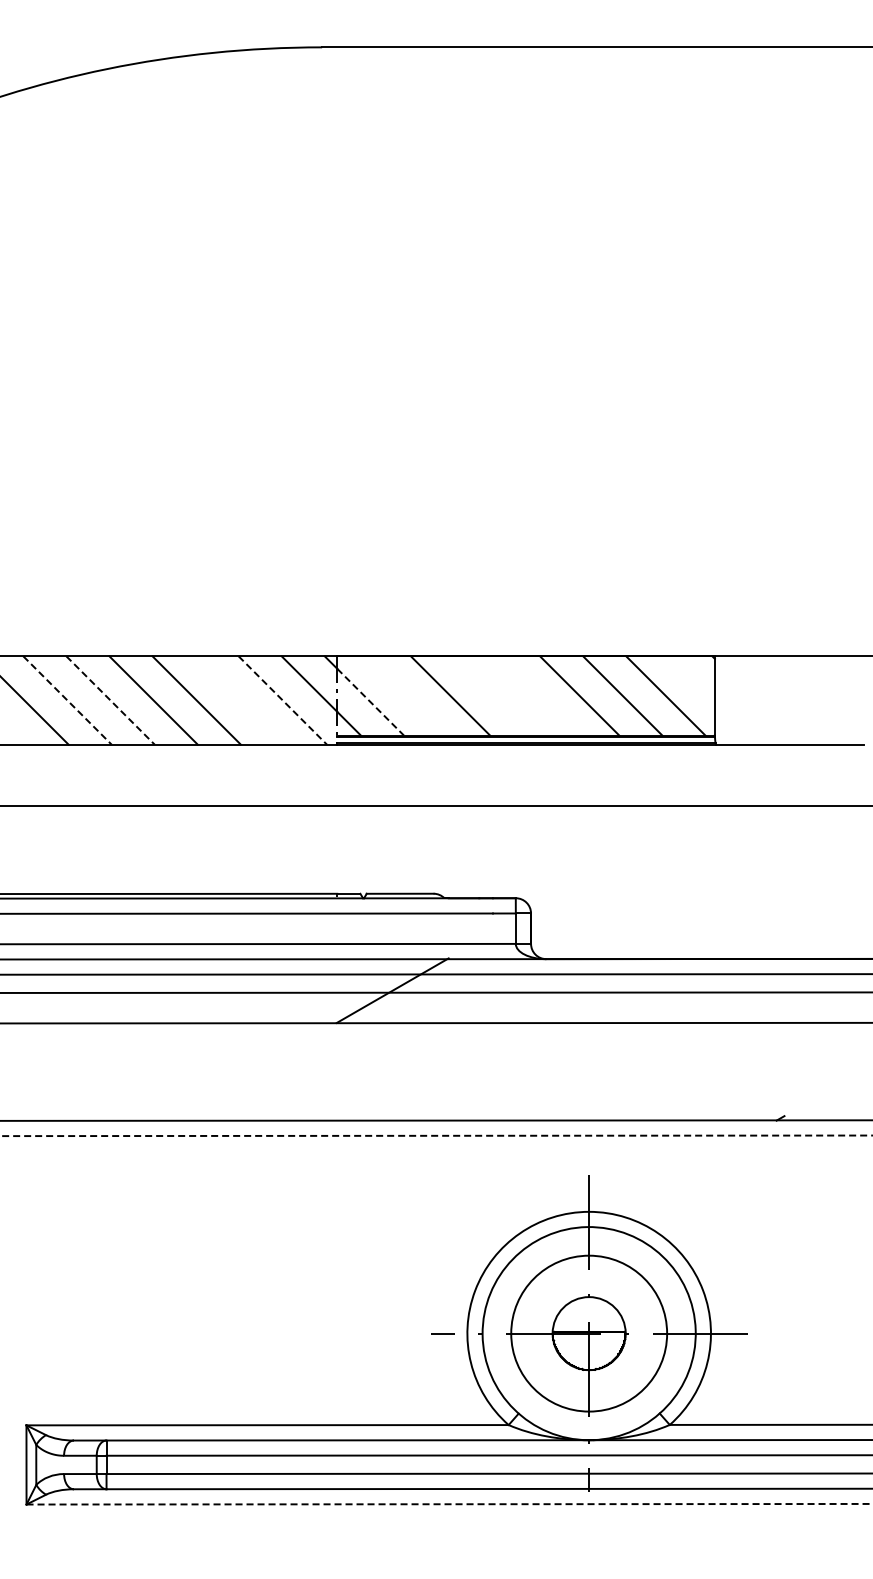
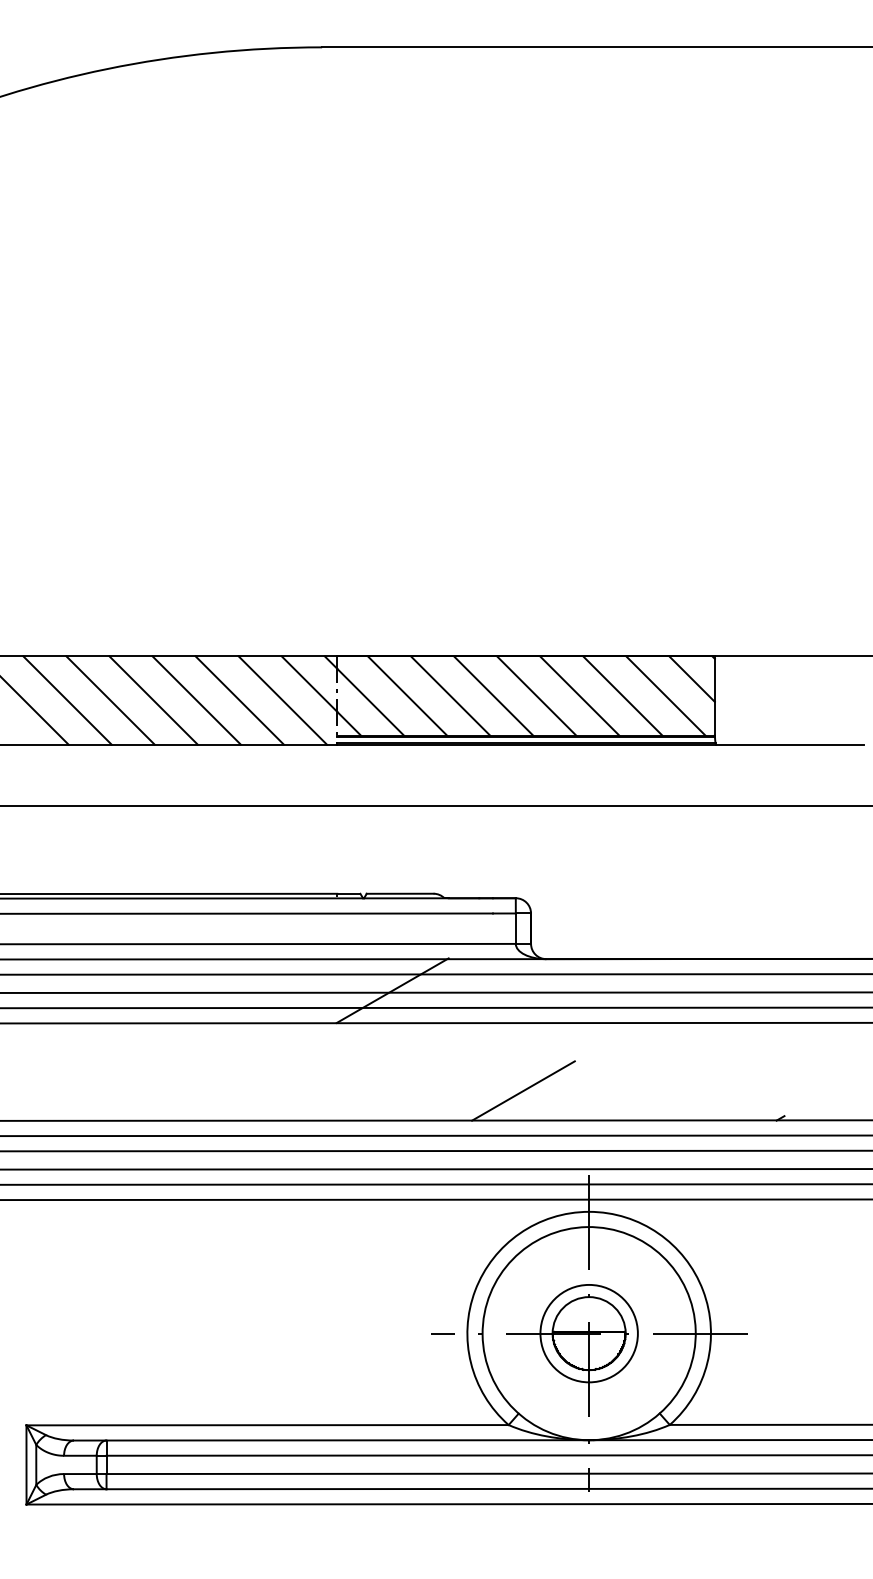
line at (691, 678): none -> present
line at (407, 695): none -> present
line at (493, 695): none -> present
line at (536, 695): none -> present
line at (67, 700): dashed -> solid
line at (110, 700): dashed -> solid
line at (239, 700): none -> present
line at (283, 700): dashed -> solid
line at (370, 702): dashed -> solid
line at (435, 1007): none -> present
line at (523, 1090): none -> present
line at (435, 1135): dashed -> solid
line at (435, 1150): none -> present
line at (435, 1169): none -> present
line at (435, 1184): none -> present
line at (435, 1199): none -> present
circle at (589, 1333) diameter: 156 px -> 97 px
line at (449, 1504): dashed -> solid
